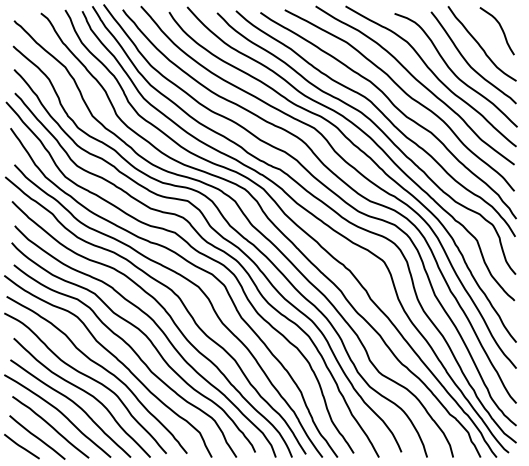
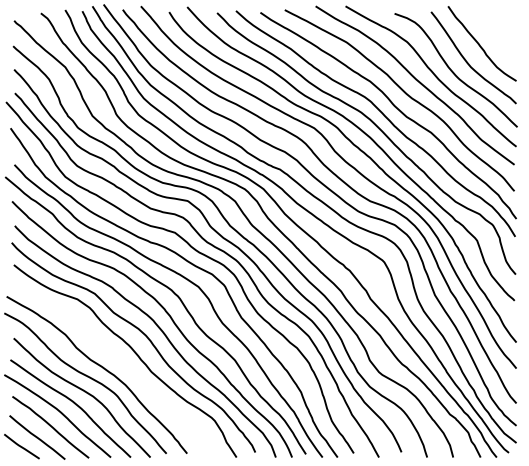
curve at (500, 28): present -> none
curve at (115, 358): present -> none
